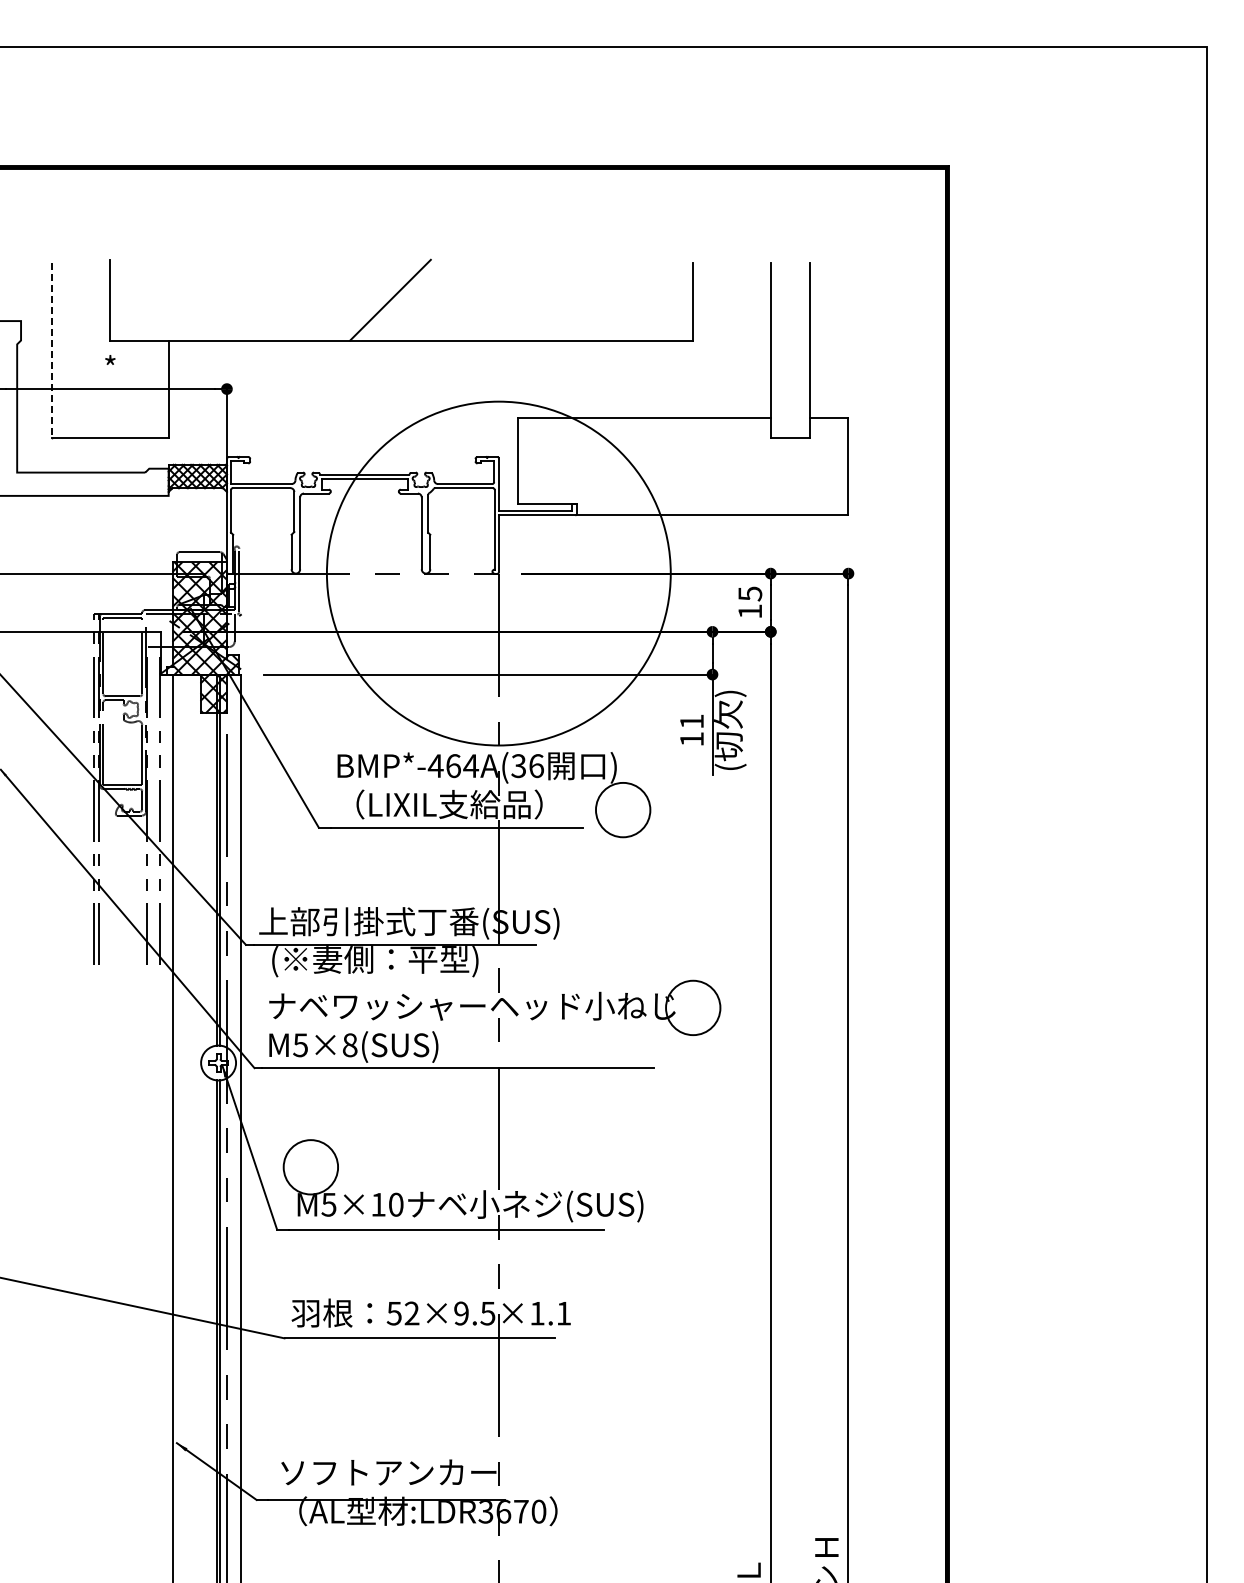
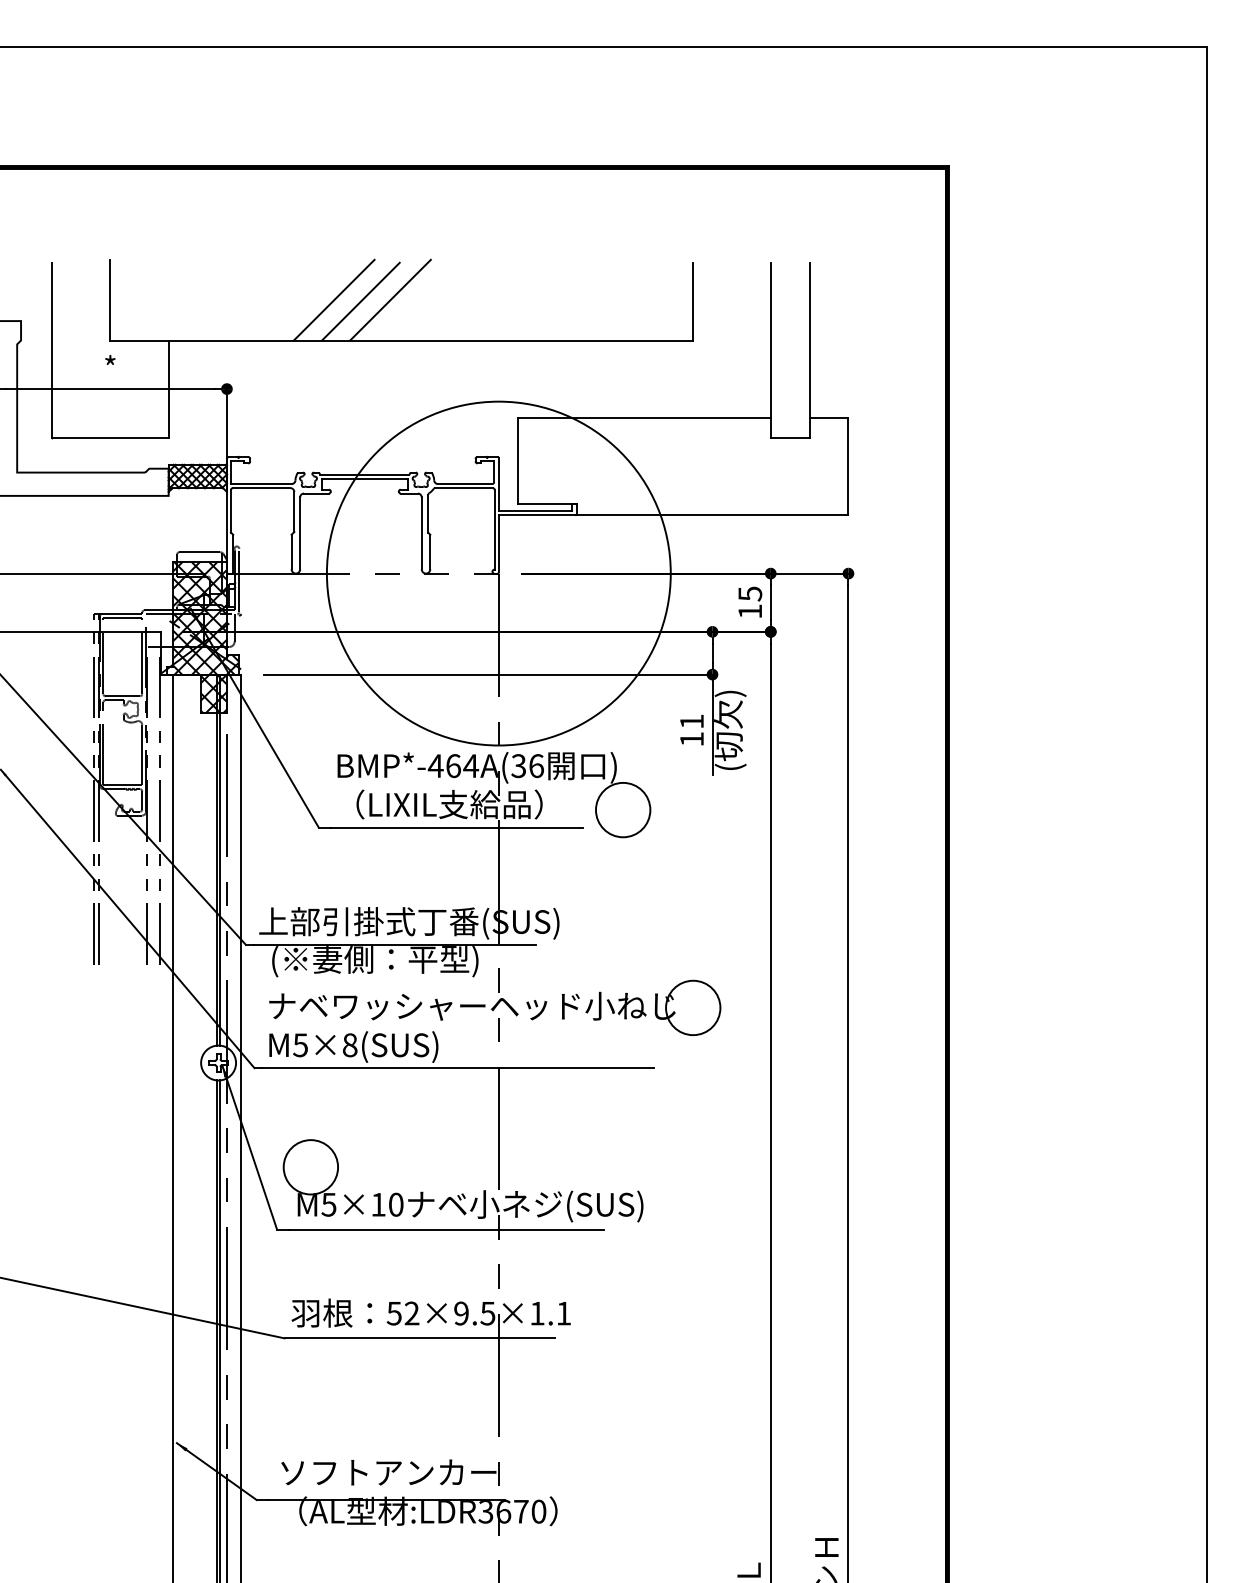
line at (333, 299): none -> present
line at (360, 301): none -> present
line at (52, 350): dashed -> solid
